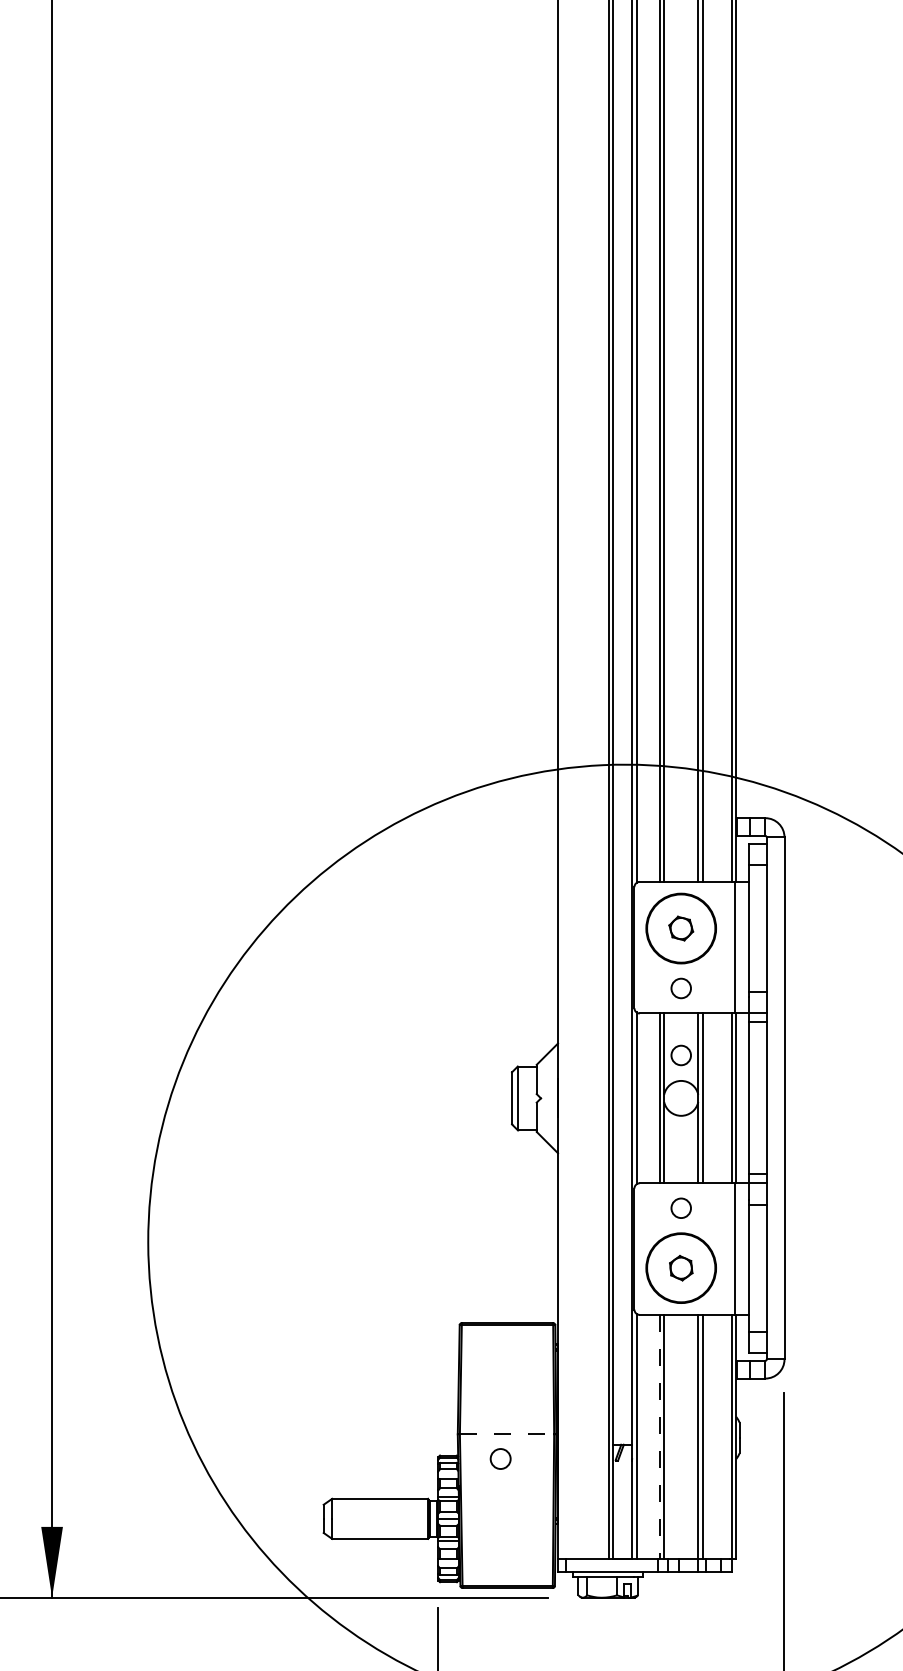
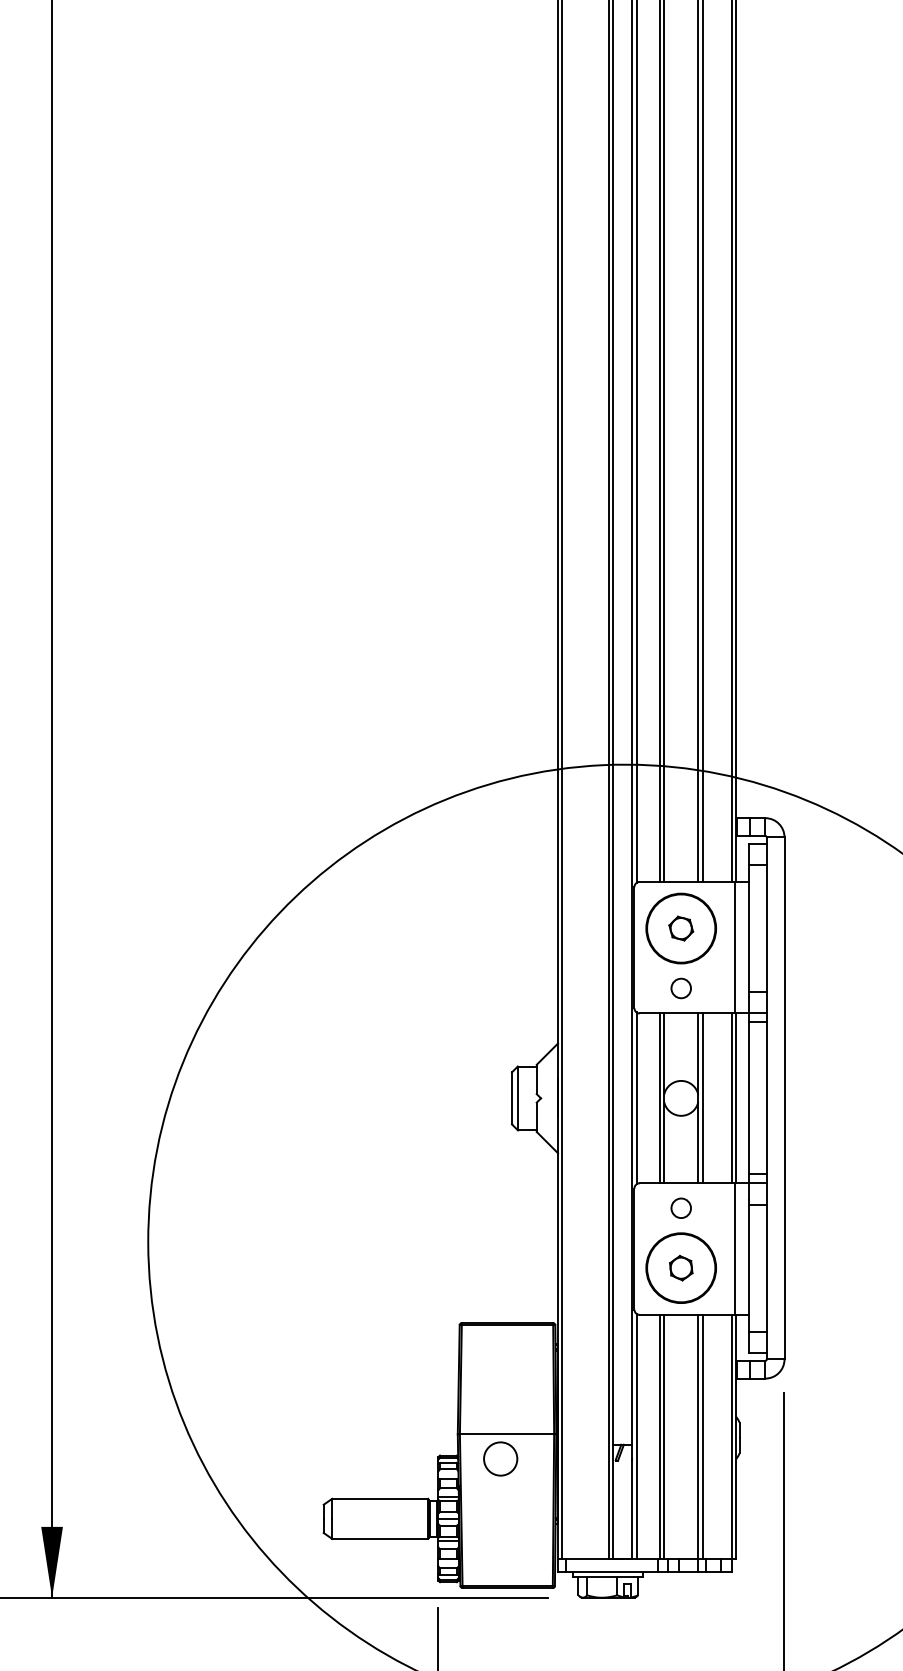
line at (562, 780): none -> present
circle at (680, 1055): present -> none
line at (507, 1434): dashed -> solid
line at (659, 1437): dashed -> solid
circle at (500, 1458) diameter: 20 px -> 33 px
